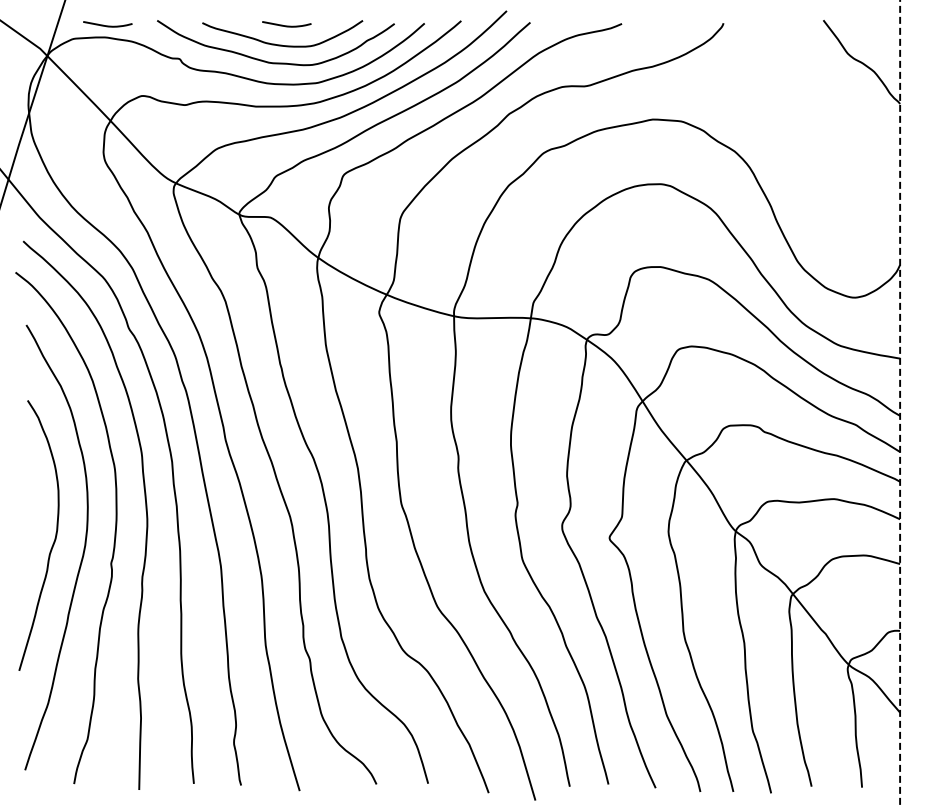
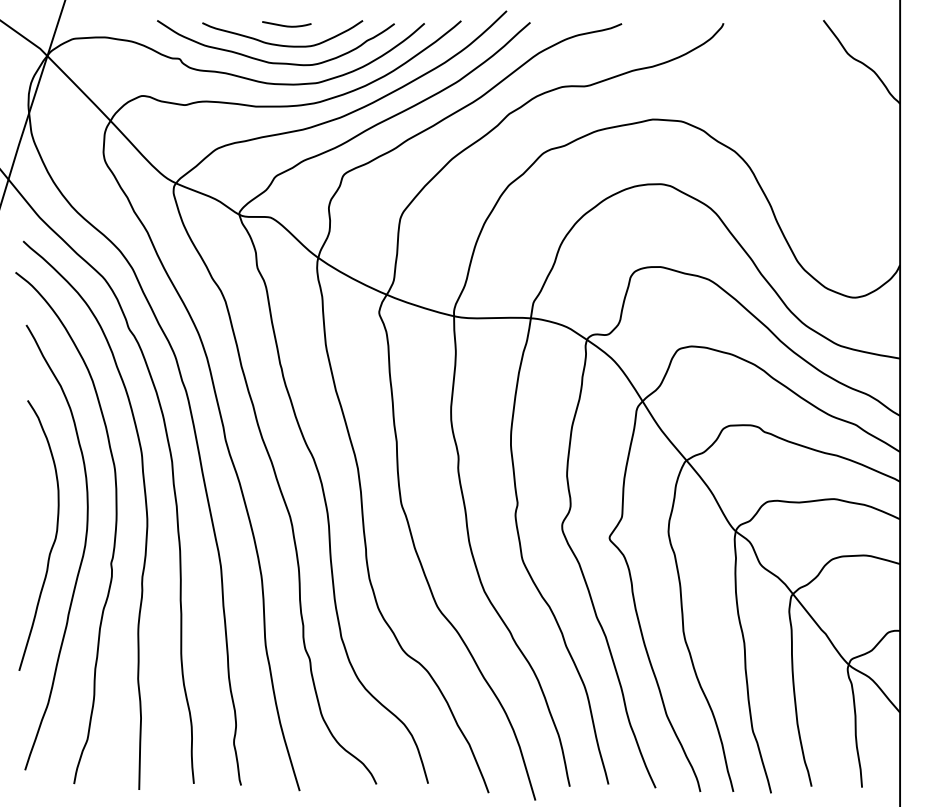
curve at (107, 25): present -> none
line at (900, 403): dashed -> solid
